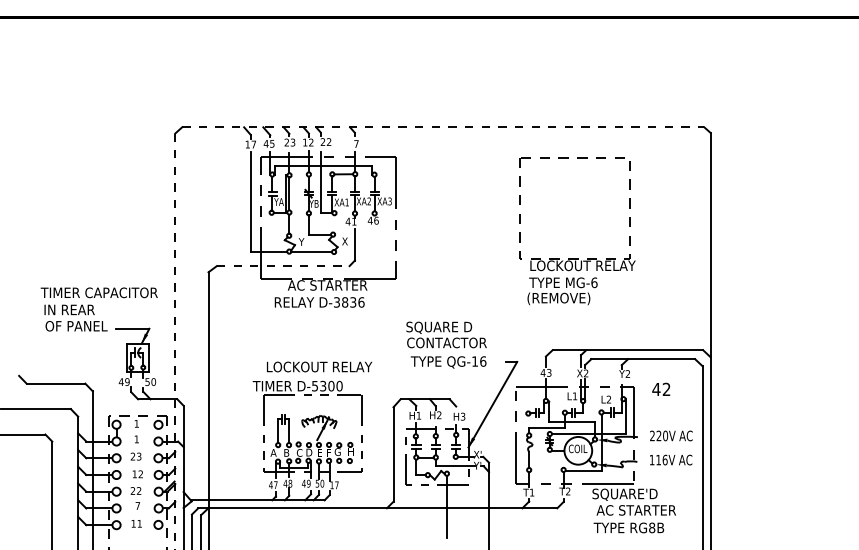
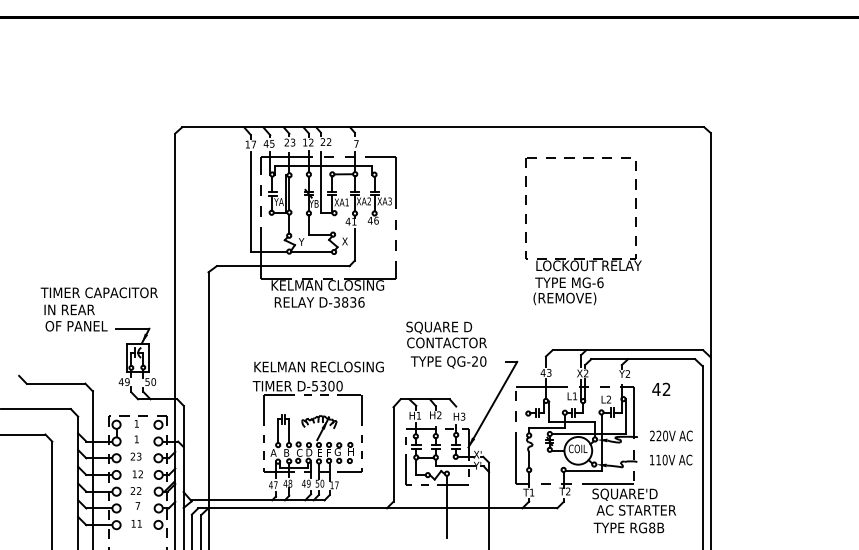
line at (443, 127): dashed -> solid
part at (577, 258) position: (577, 258) -> (583, 258)
line at (283, 266): dashed -> solid
text at (327, 285): AC STARTER -> KELMAN CLOSING
line at (175, 341): dashed -> solid
text at (479, 361): QG-16 -> QG-20
text at (318, 366): LOCKOUT RELAY -> KELMAN RECLOSING
text at (664, 459): 116V -> 110V
